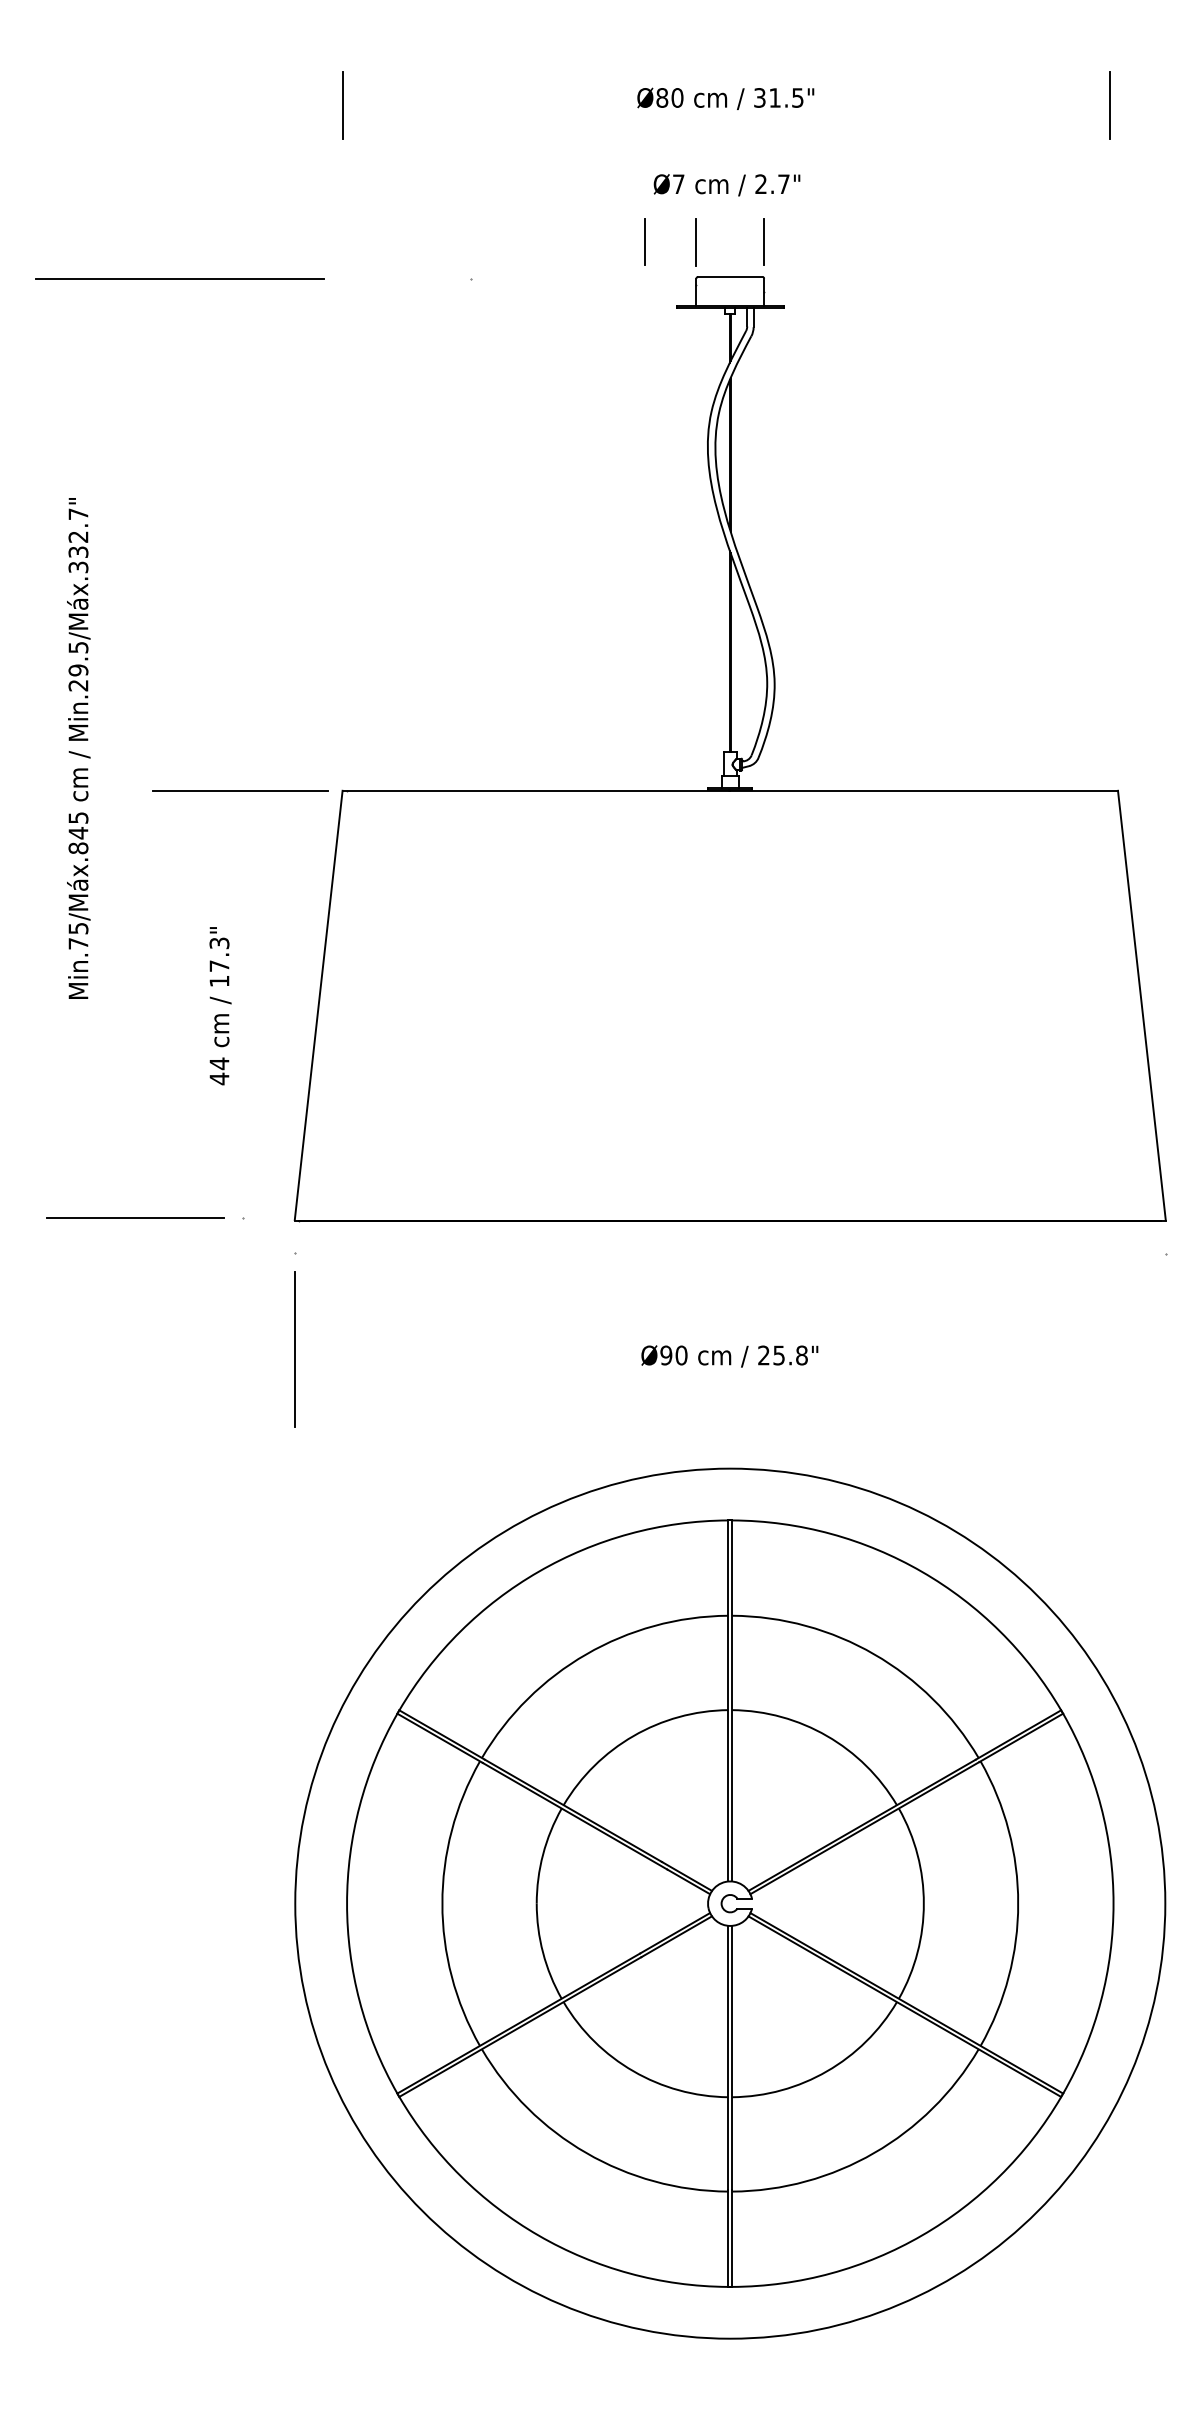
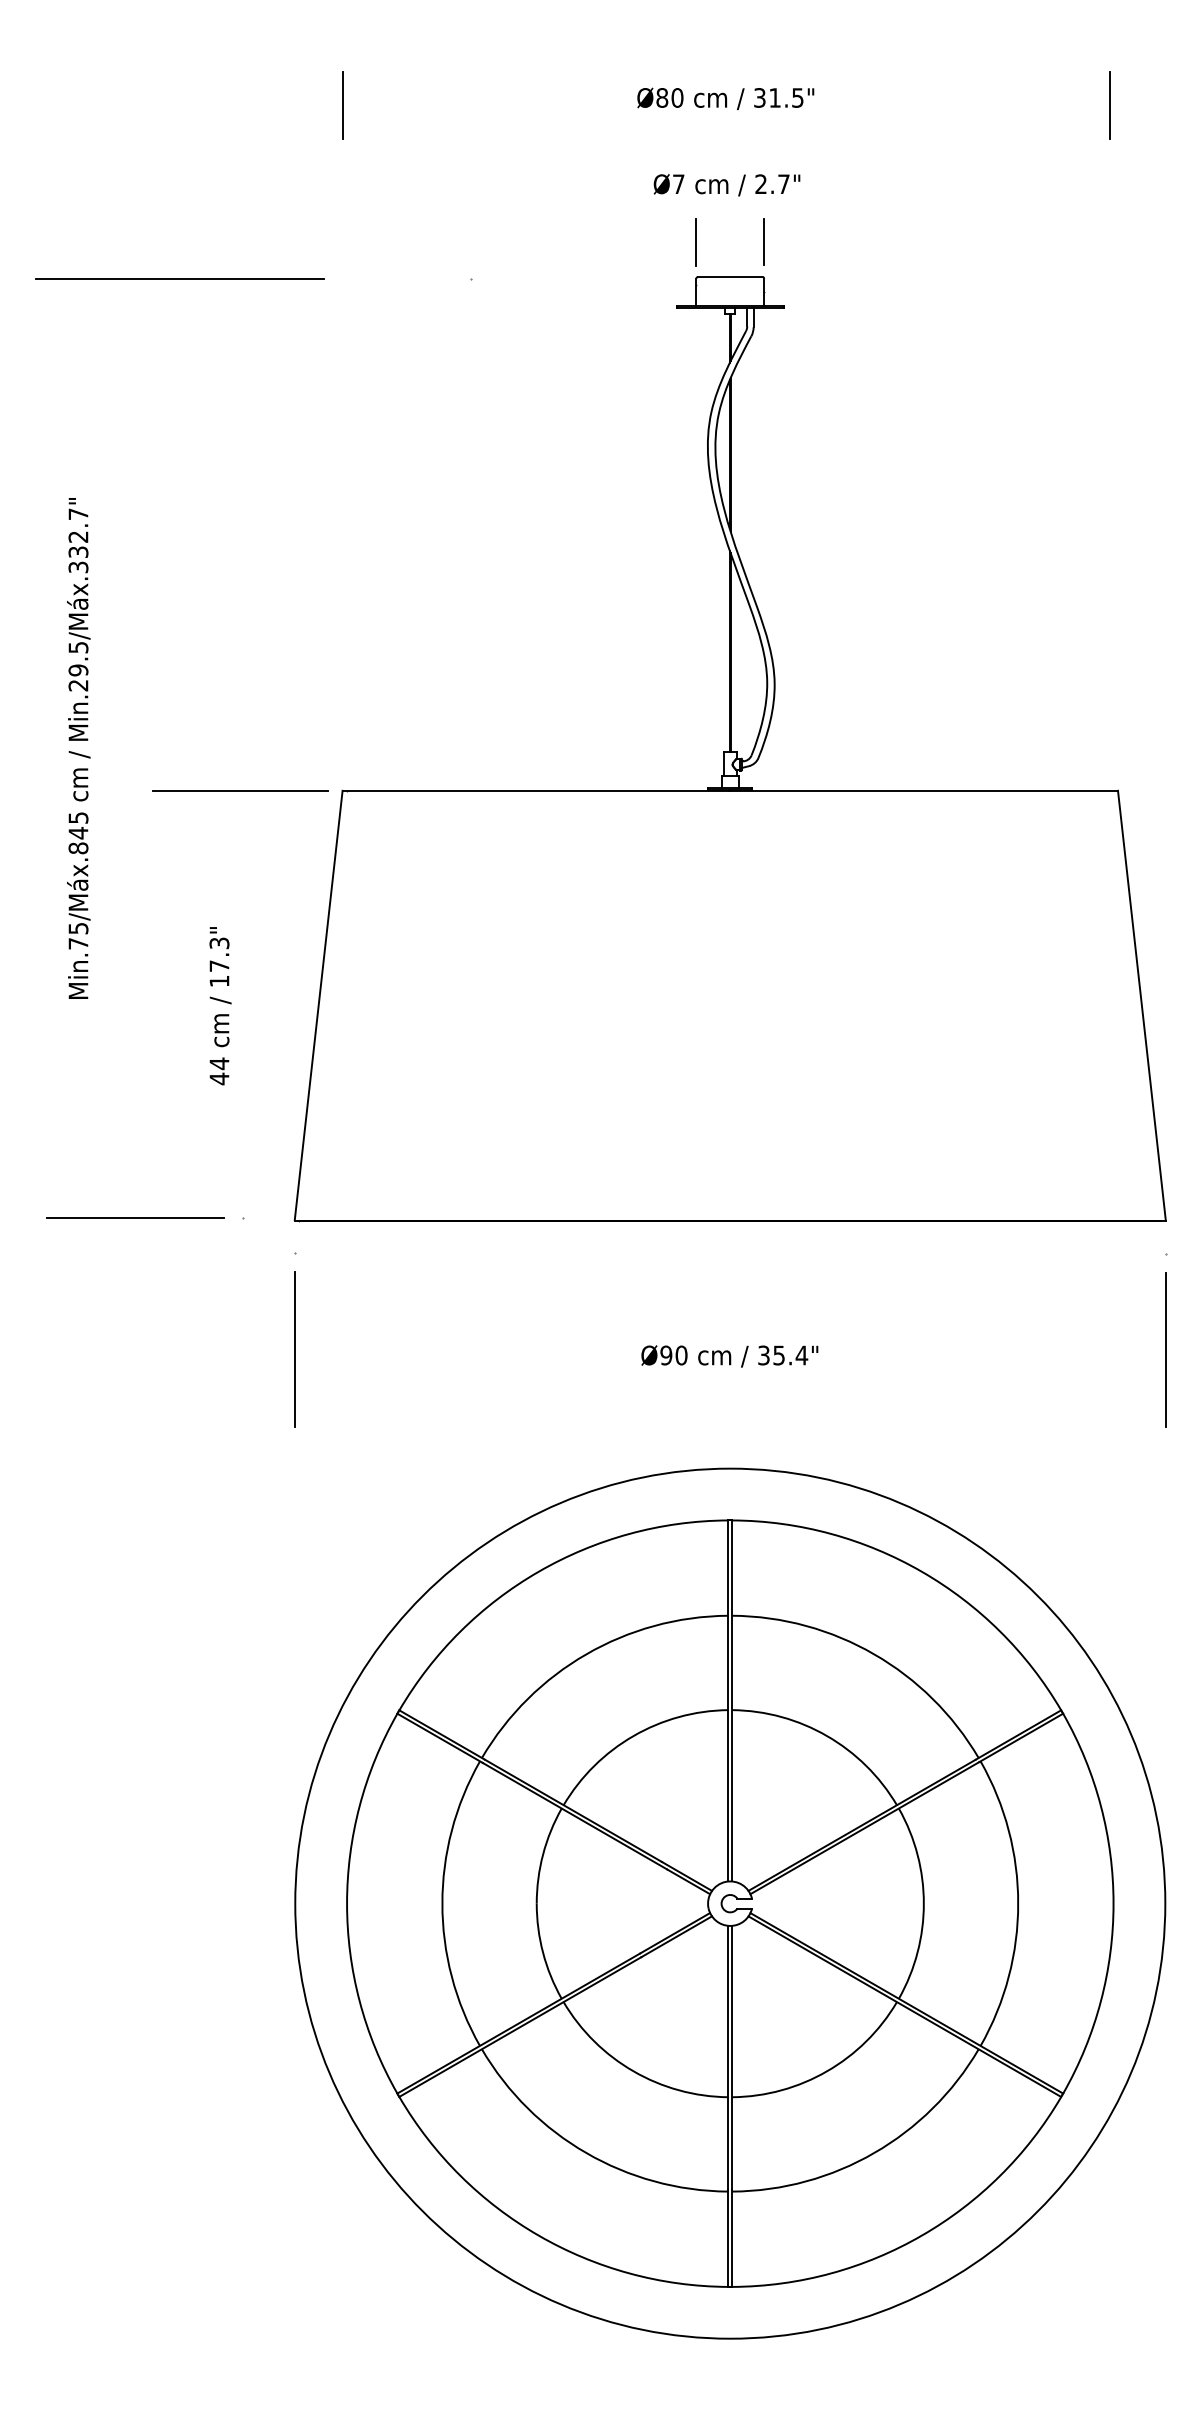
line at (644, 241): present -> none
line at (1165, 1349): none -> present
text at (783, 1355): 25.8" -> 35.4"
